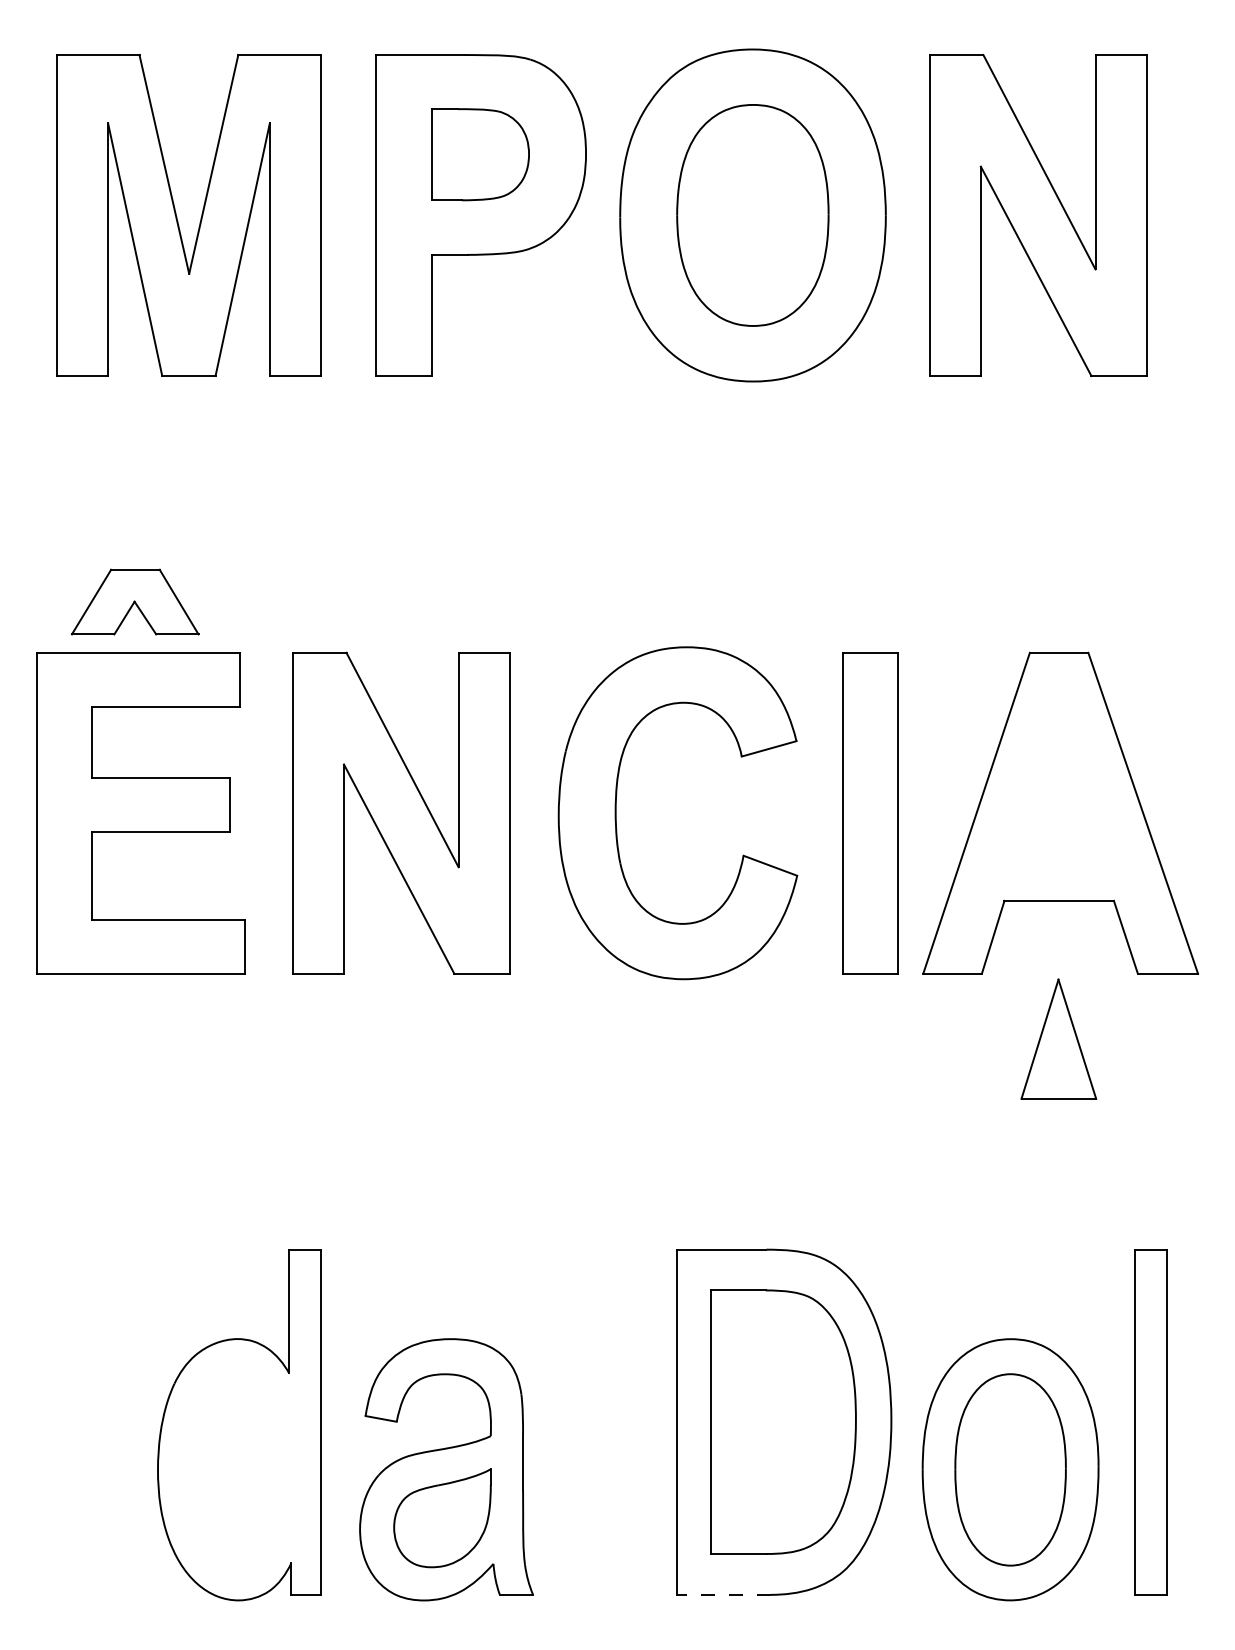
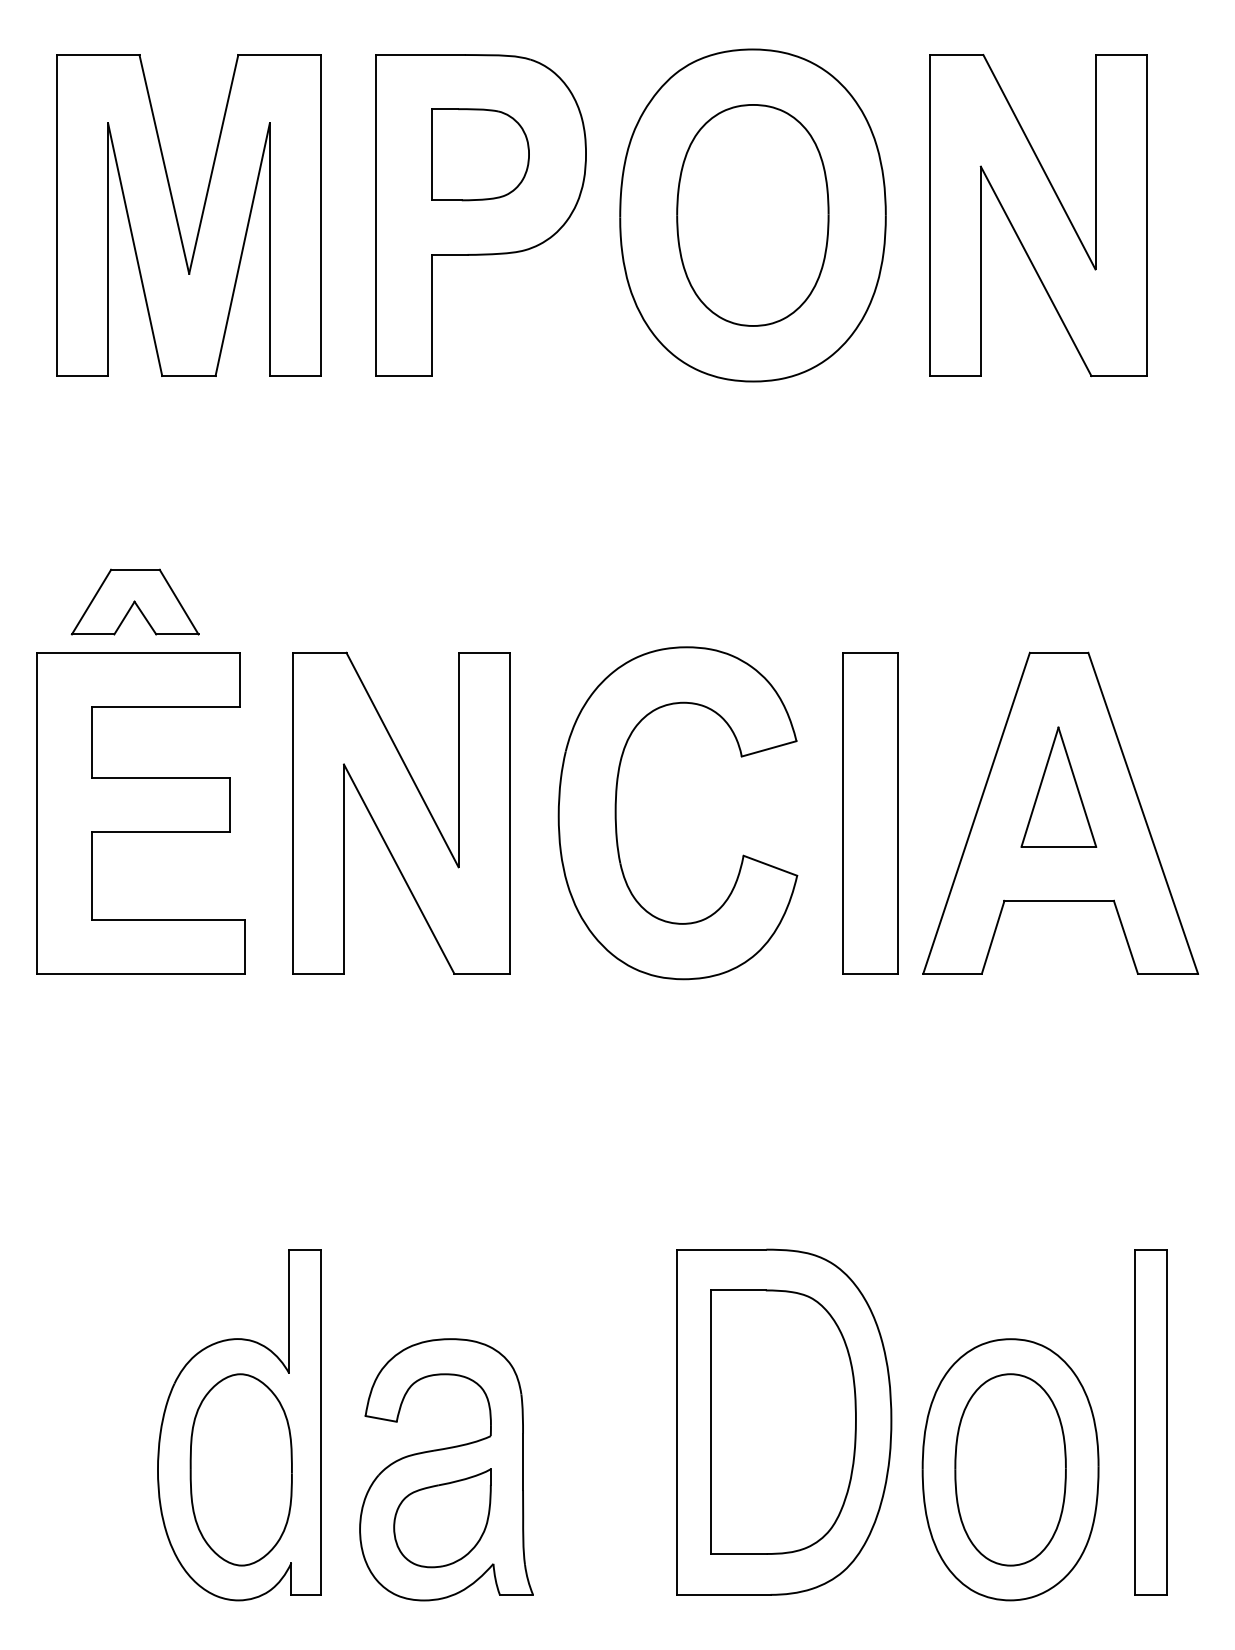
part at (1058, 1038) position: (1058, 1038) -> (1058, 786)
part at (240, 1469): none -> present
line at (723, 1594): dashed -> solid
